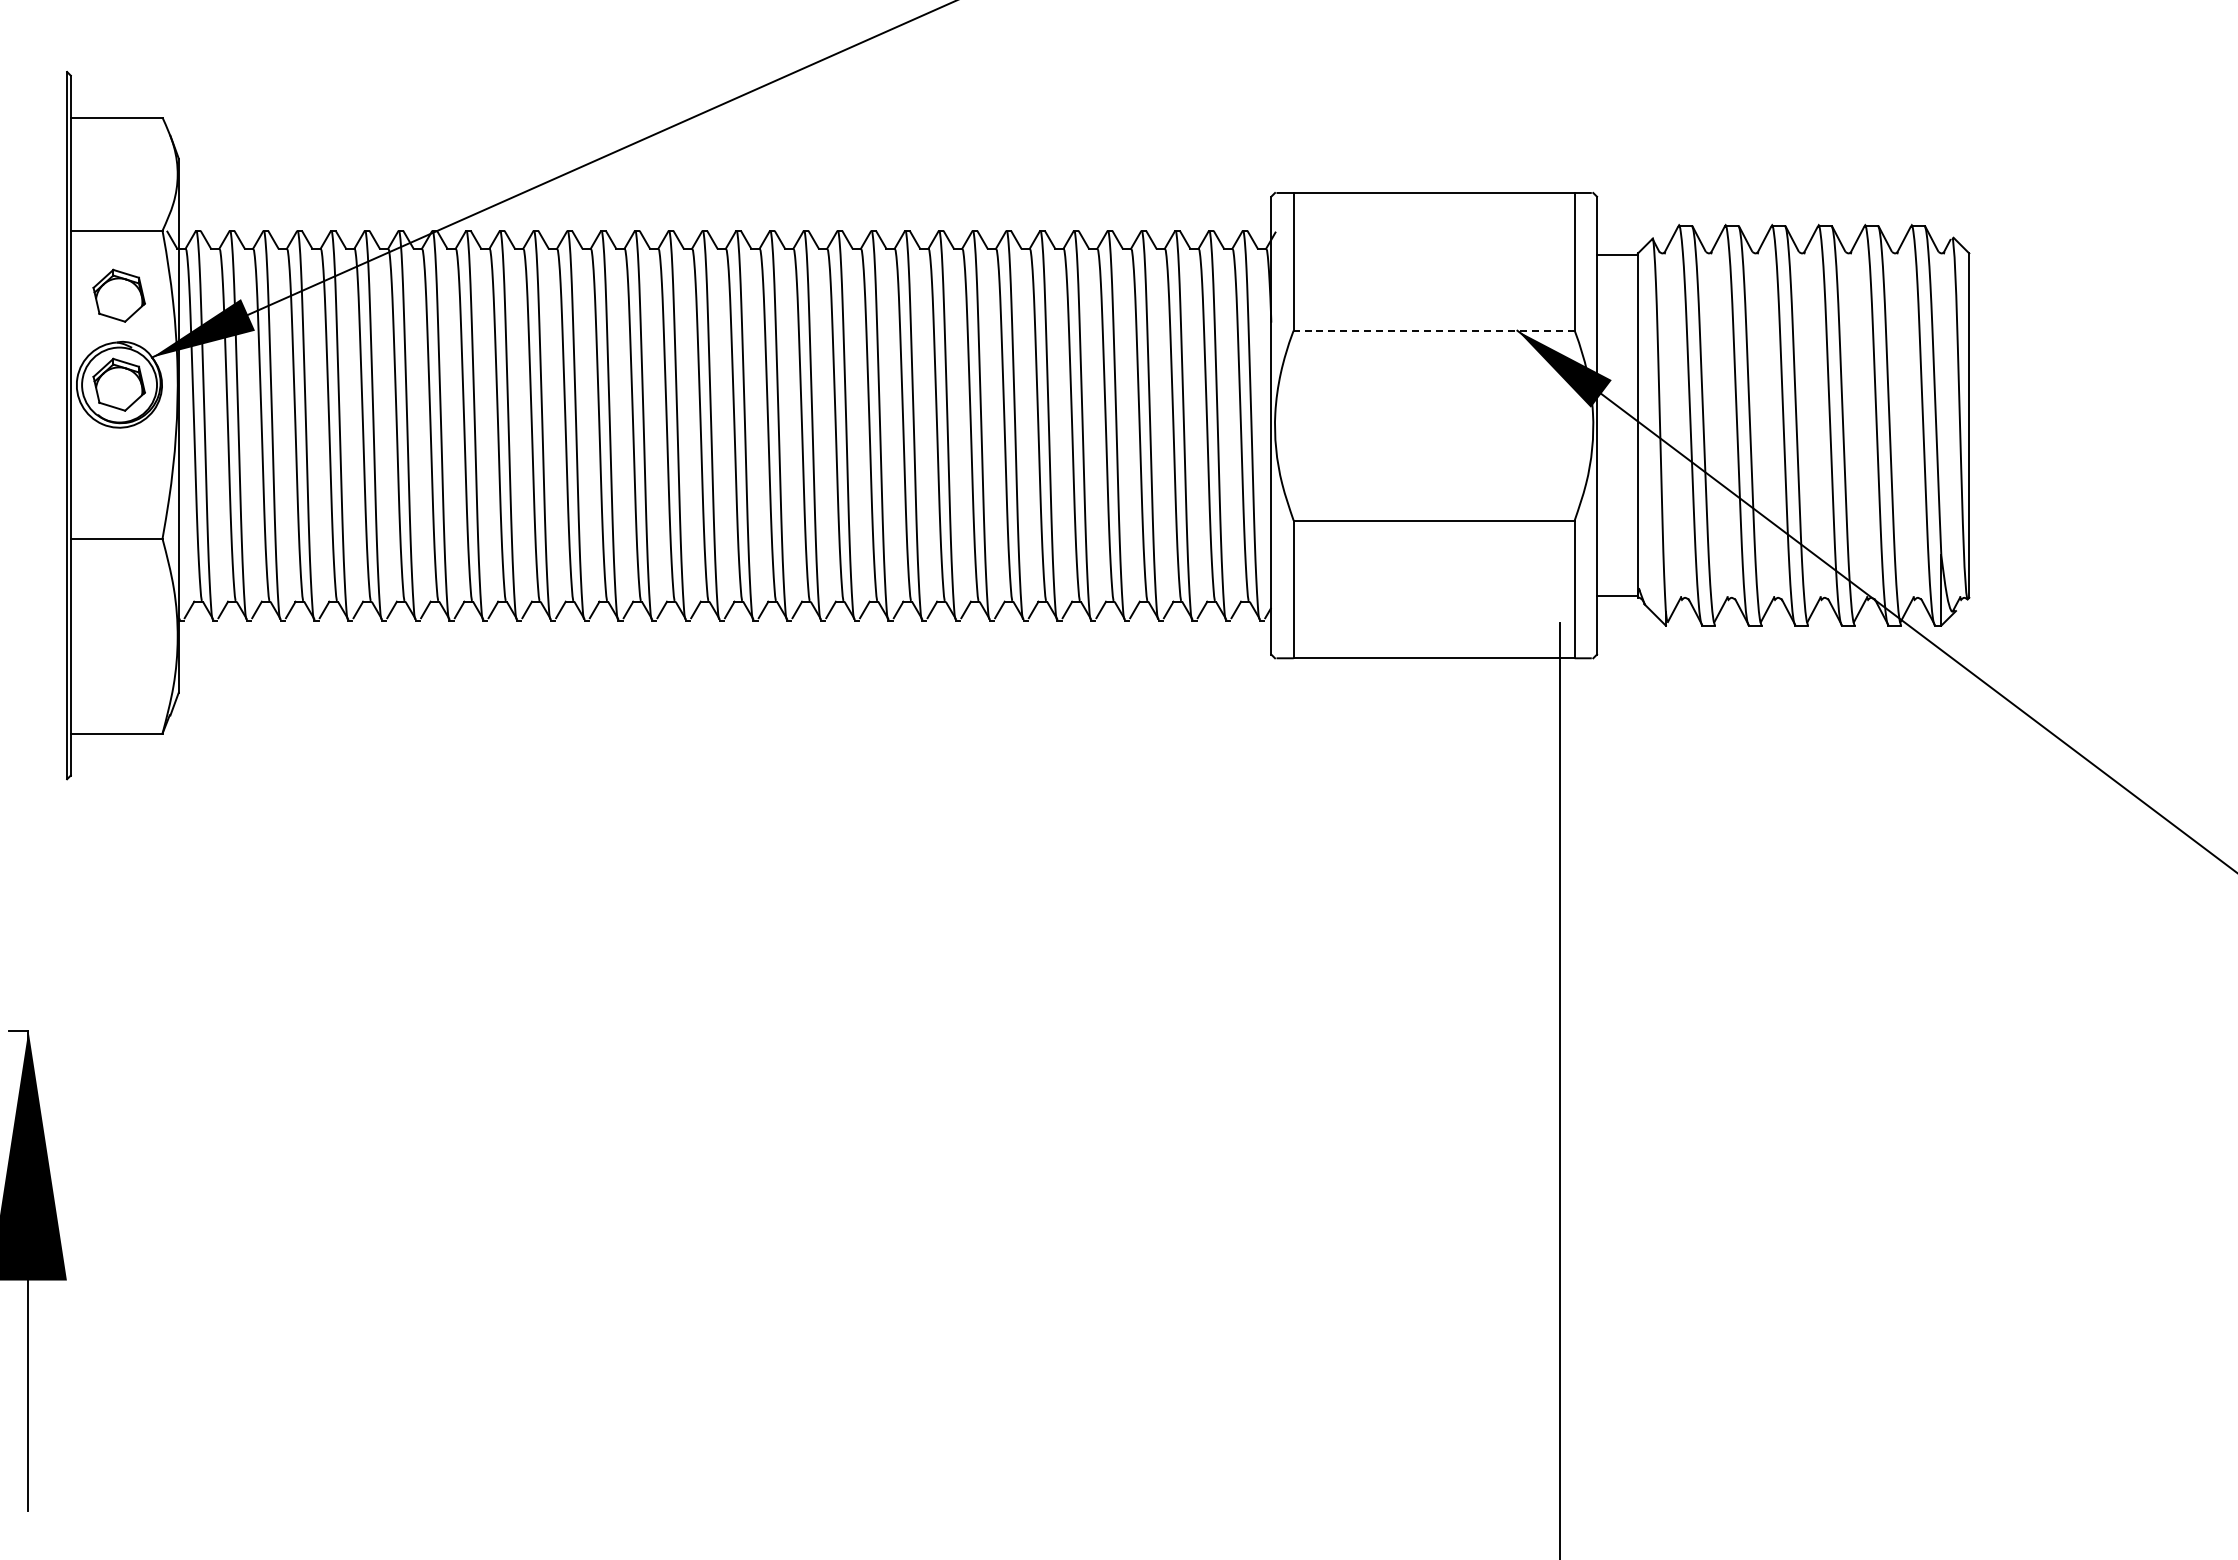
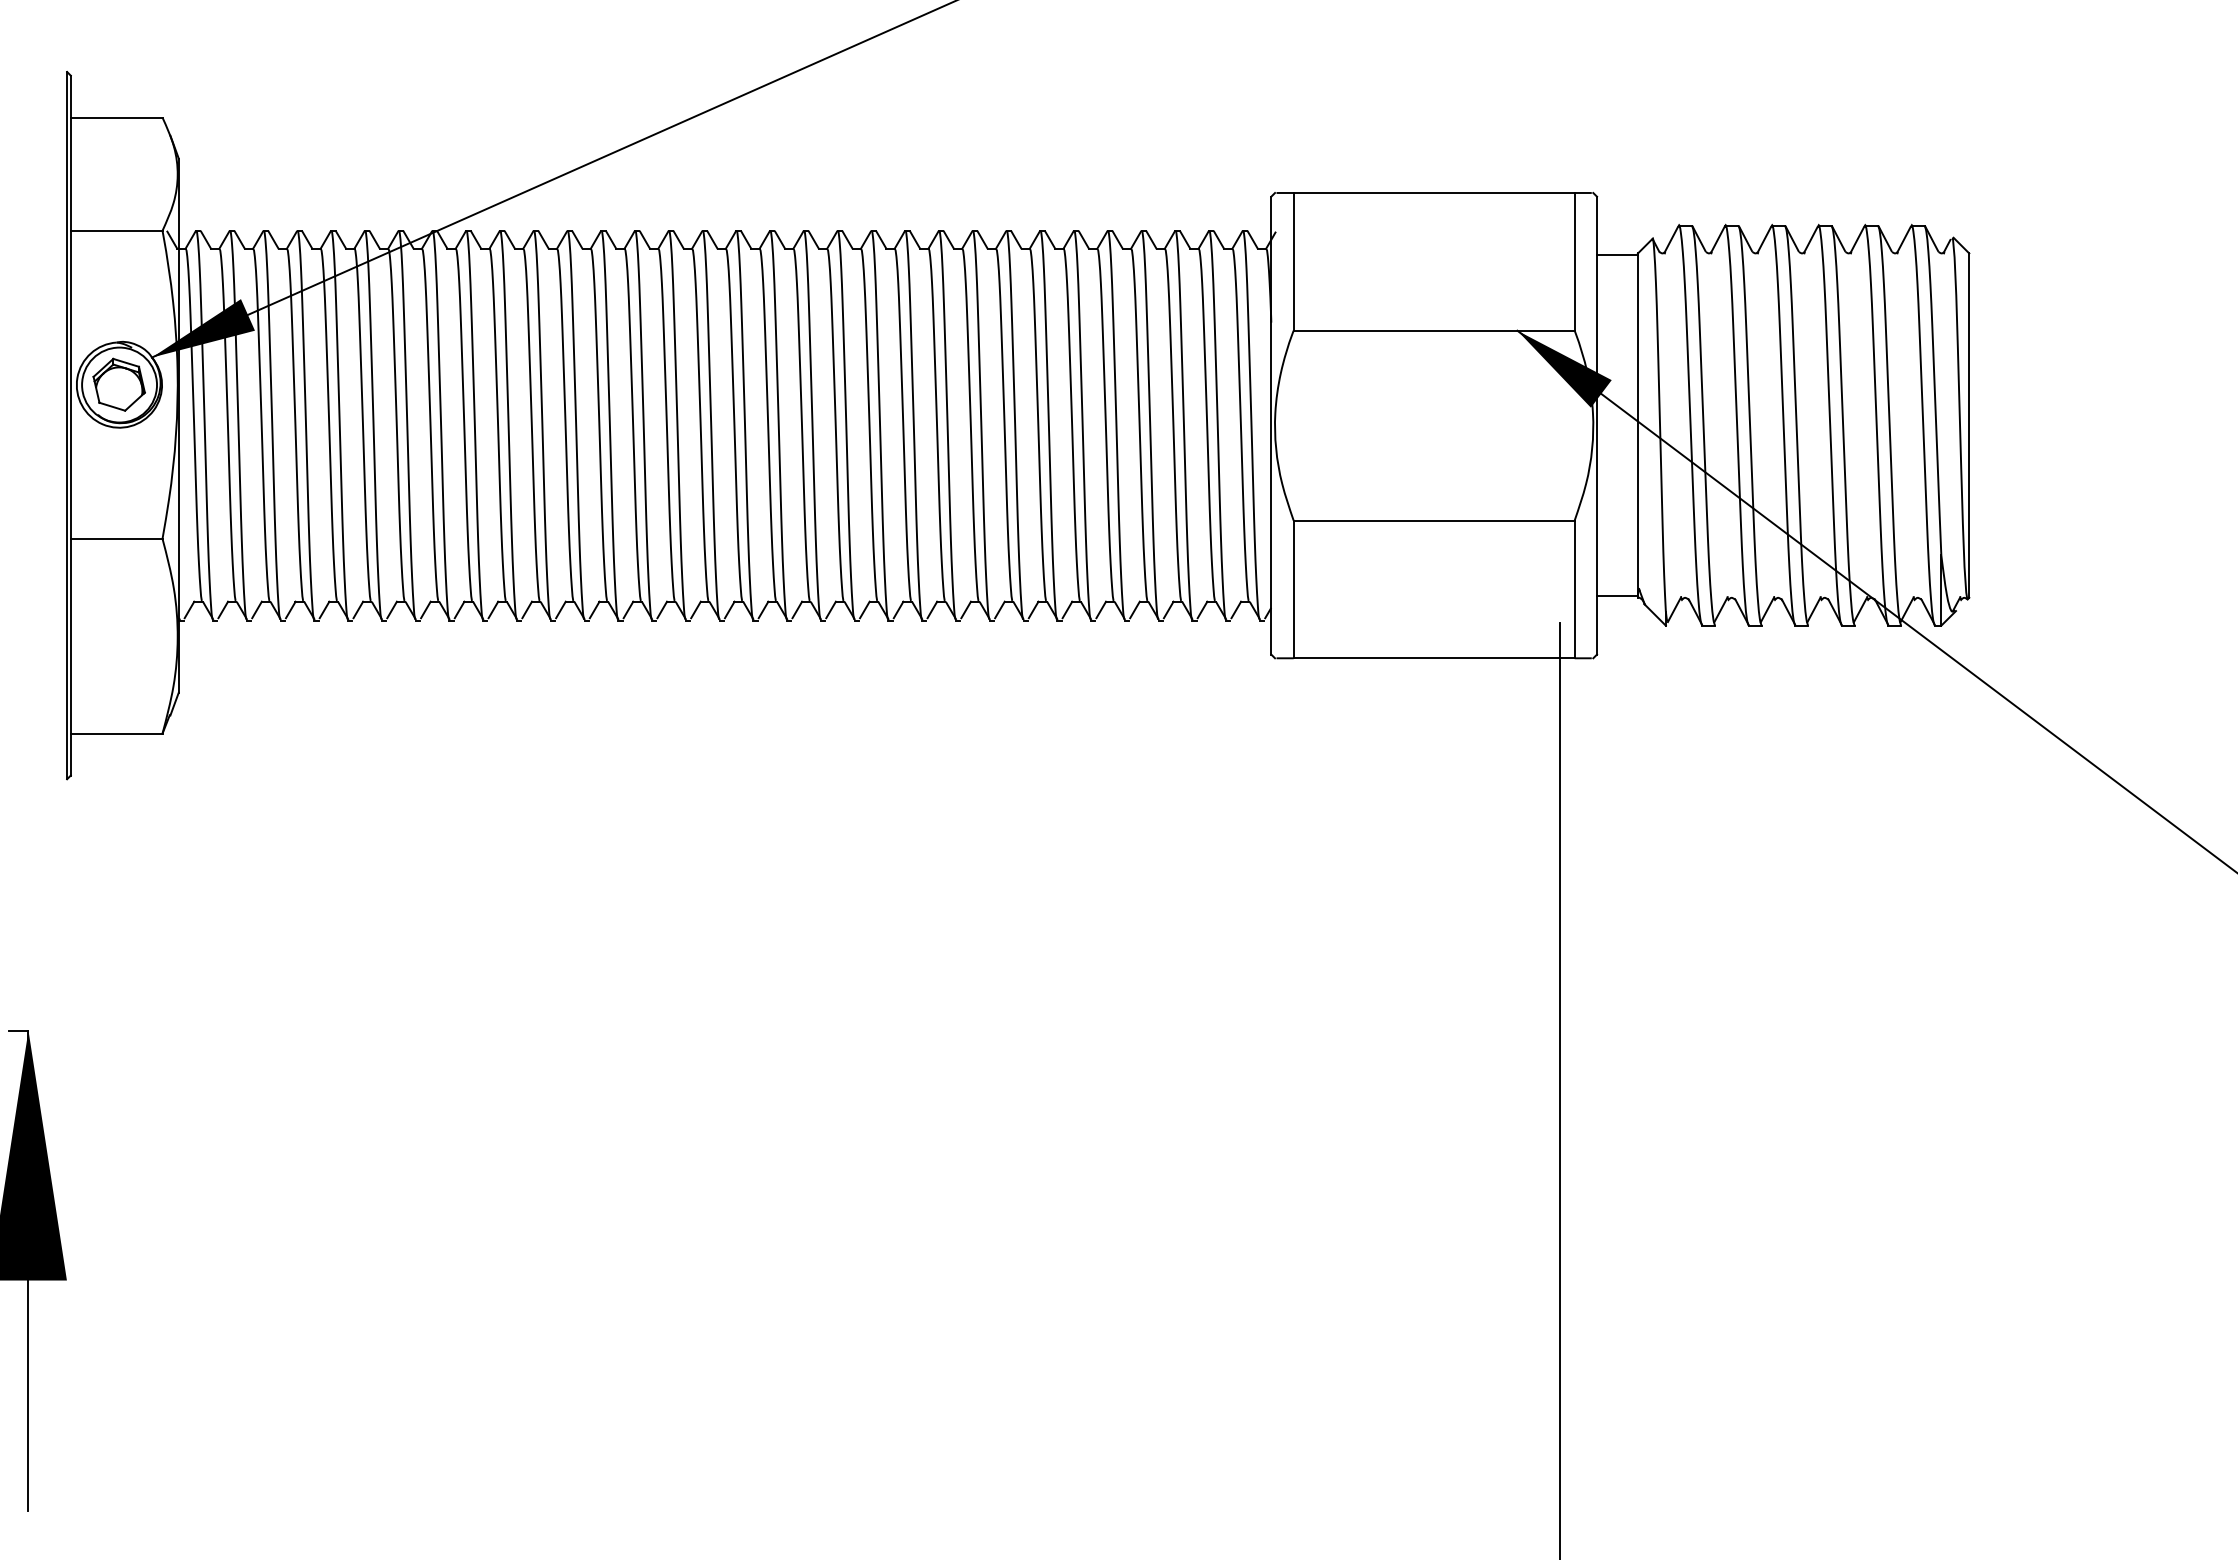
part at (118, 295): present -> none
line at (1434, 330): dashed -> solid
